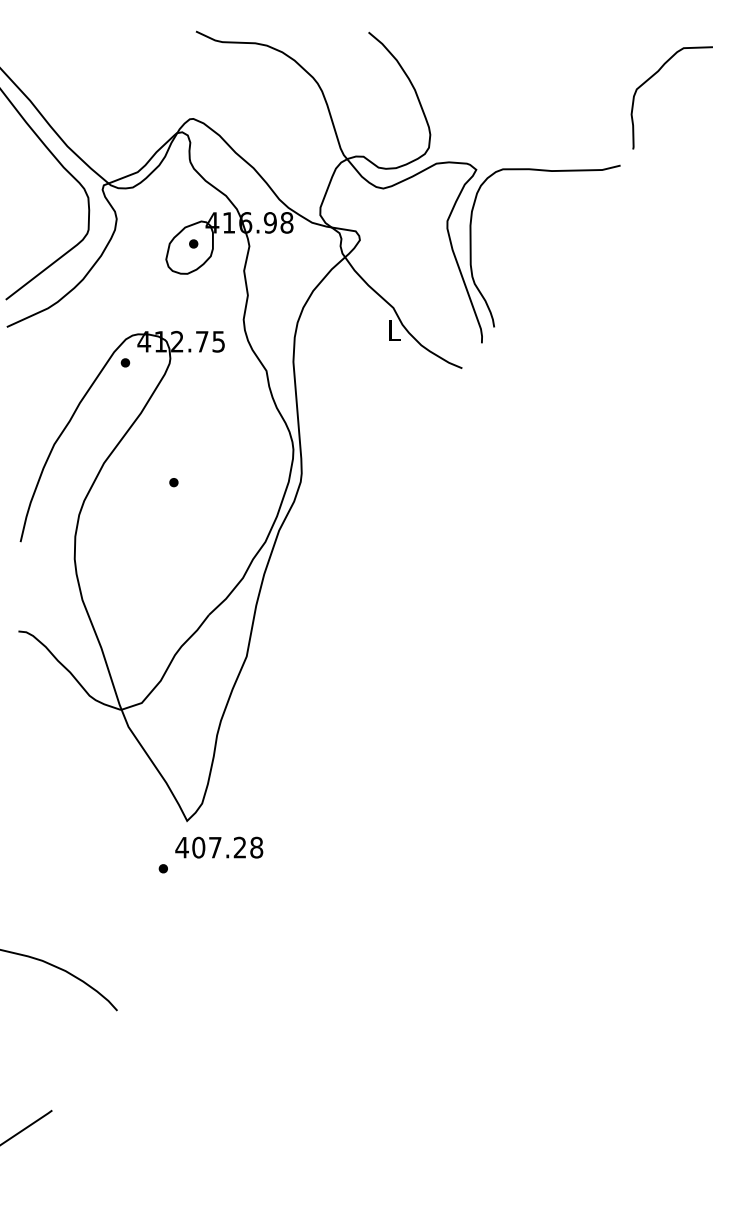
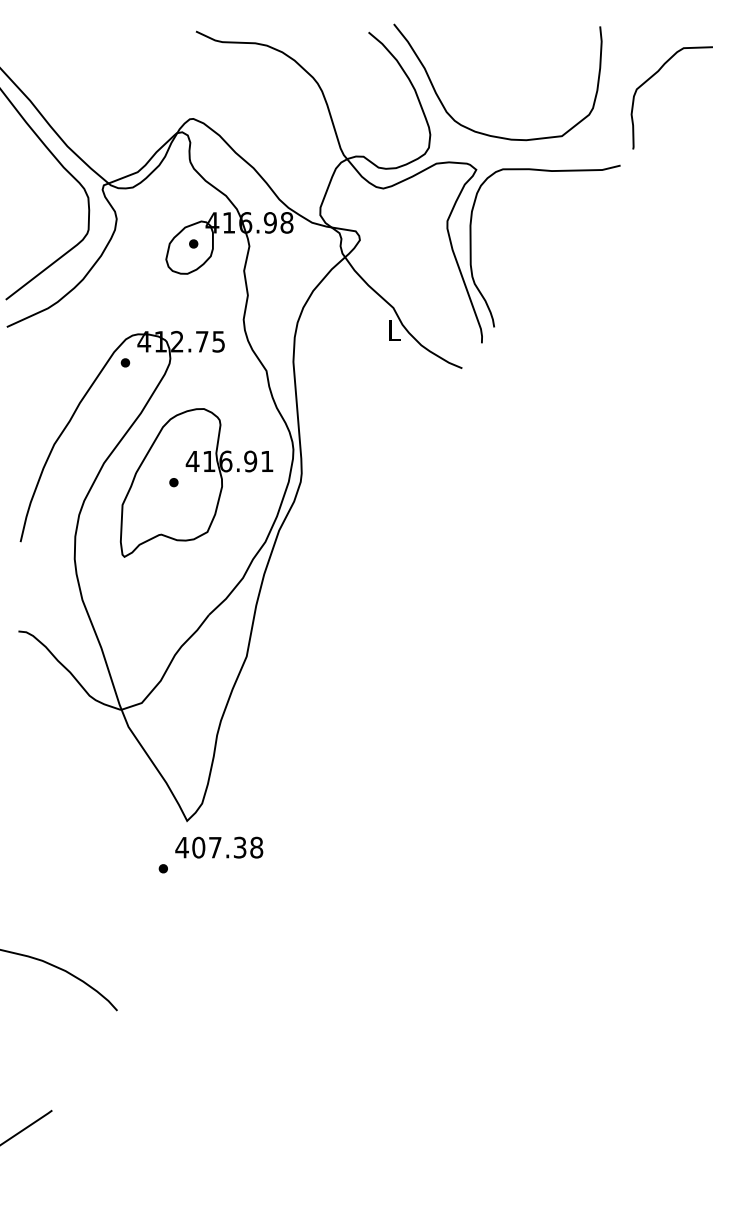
curve at (486, 133): none -> present
part at (196, 482): none -> present
text at (239, 847): 407.28 -> 407.38
